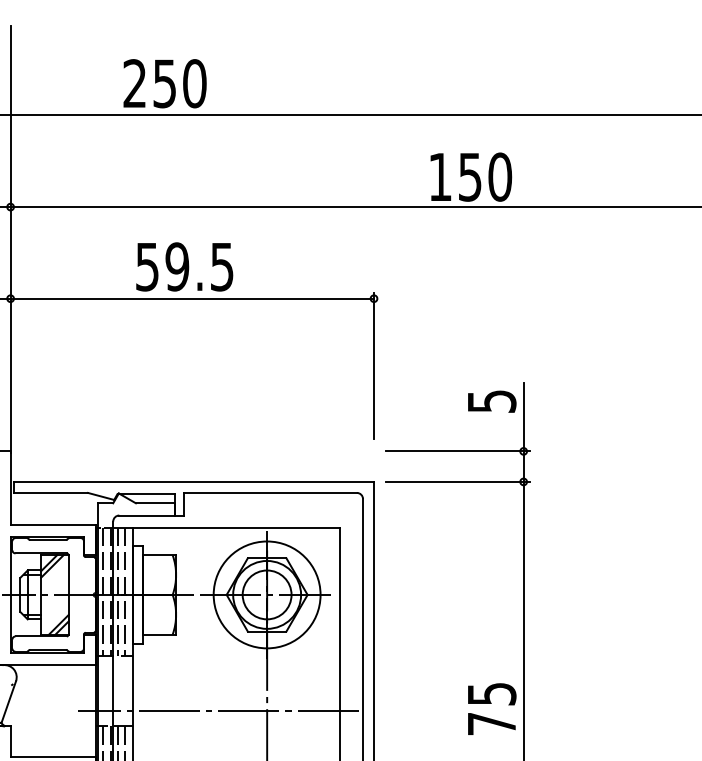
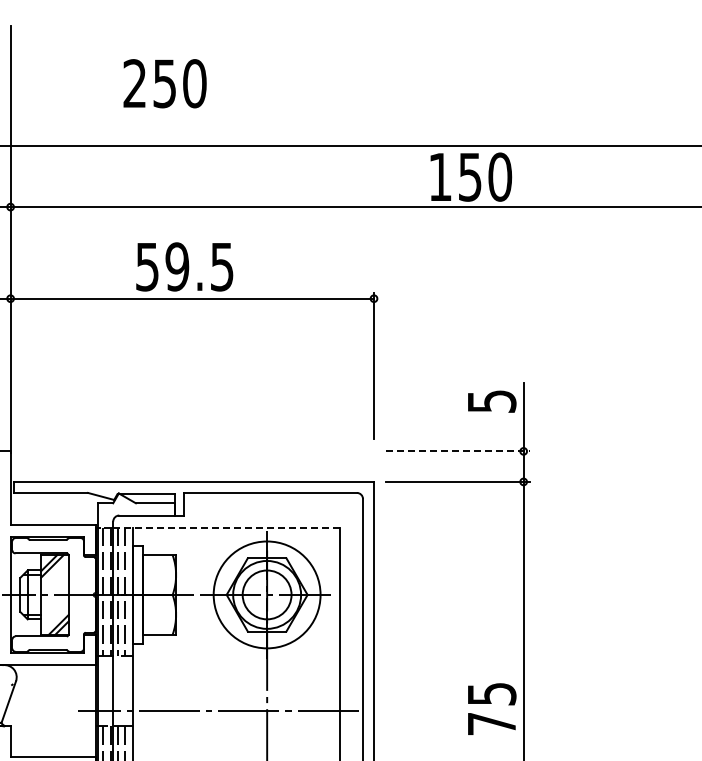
line at (350, 115) position: (350, 115) -> (350, 146)
line at (458, 451): solid -> dashed
line at (226, 527): solid -> dashed
